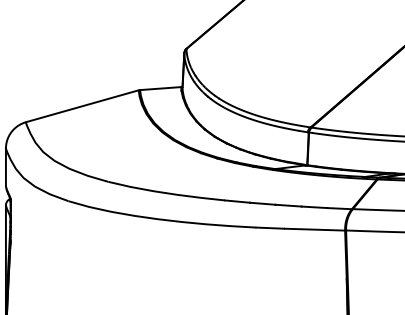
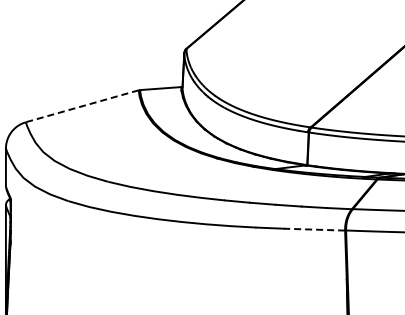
line at (82, 106): solid -> dashed
line at (313, 229): solid -> dashed
